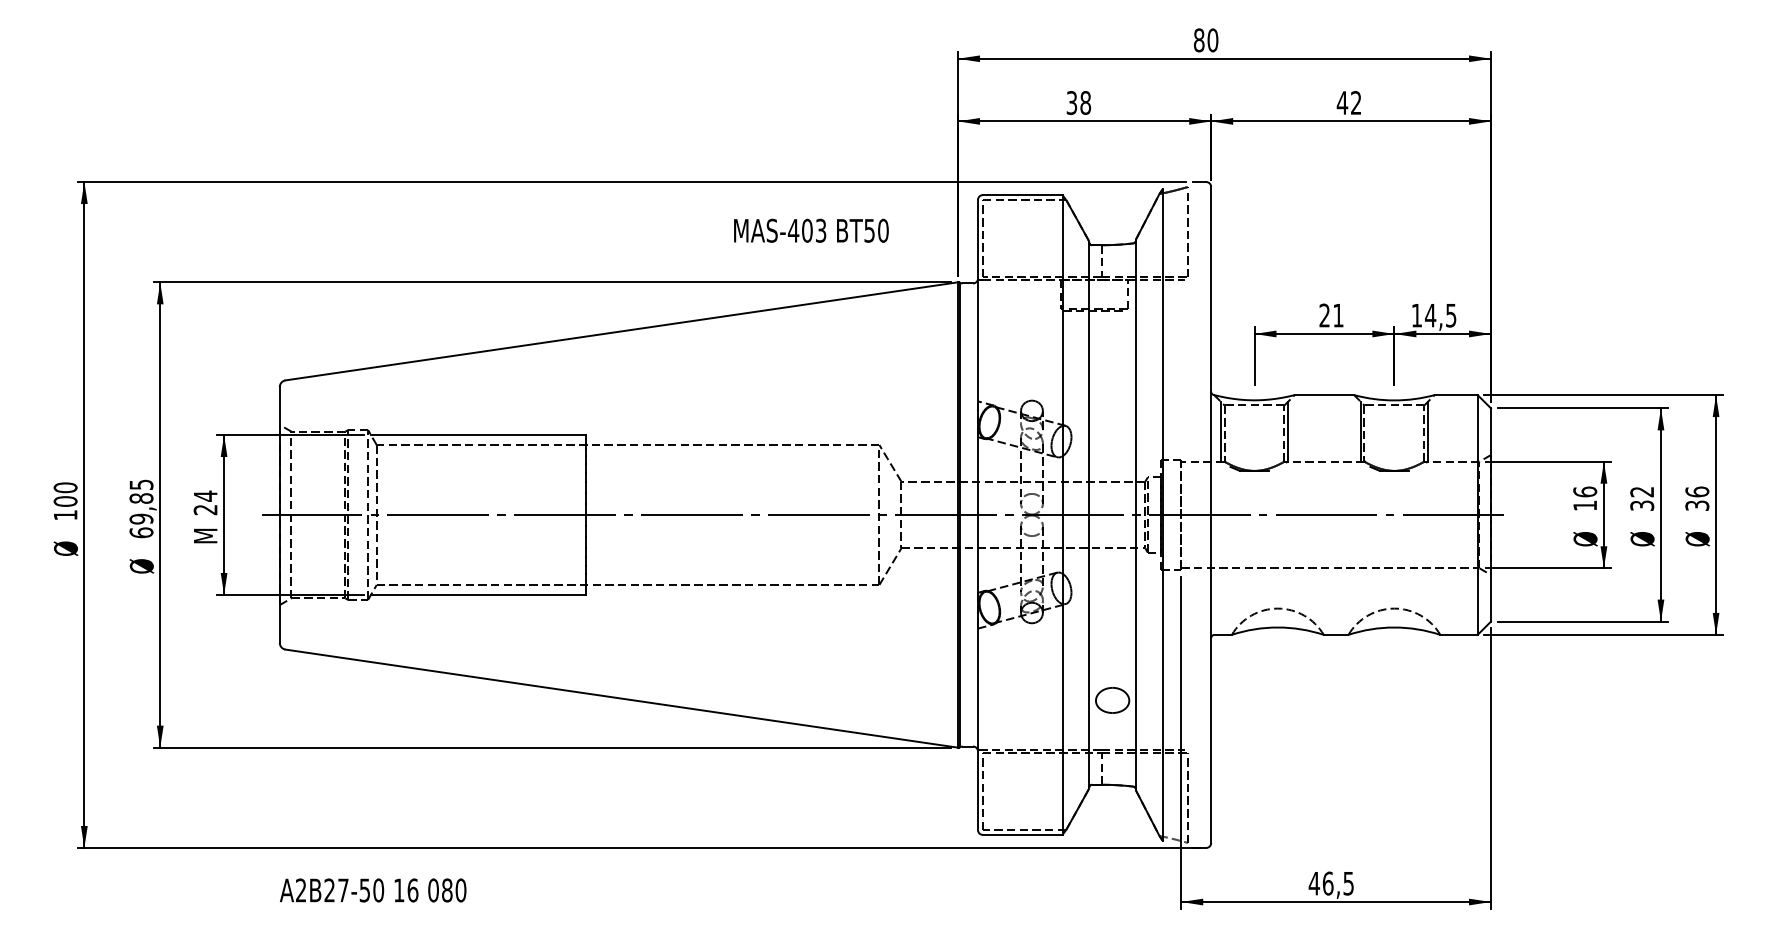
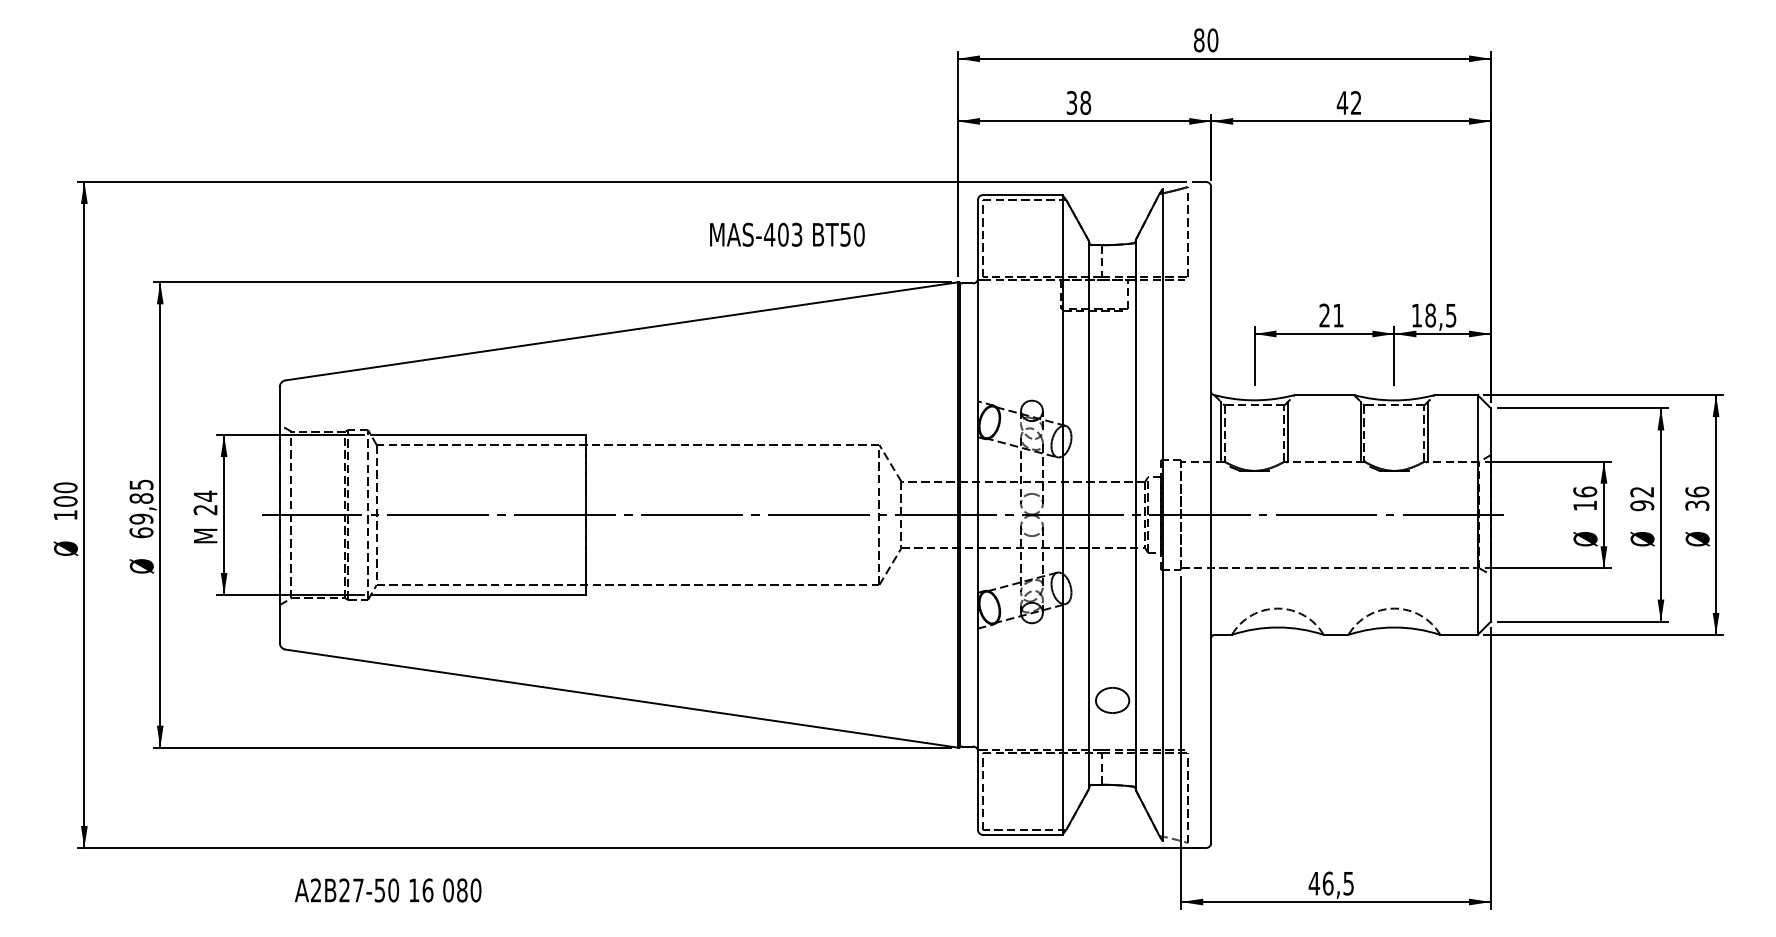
text at (811, 230) position: (811, 230) -> (787, 234)
text at (1430, 315): 14,5 -> 18,5
text at (1642, 505): 32 -> 92
text at (373, 890) position: (373, 890) -> (388, 890)
